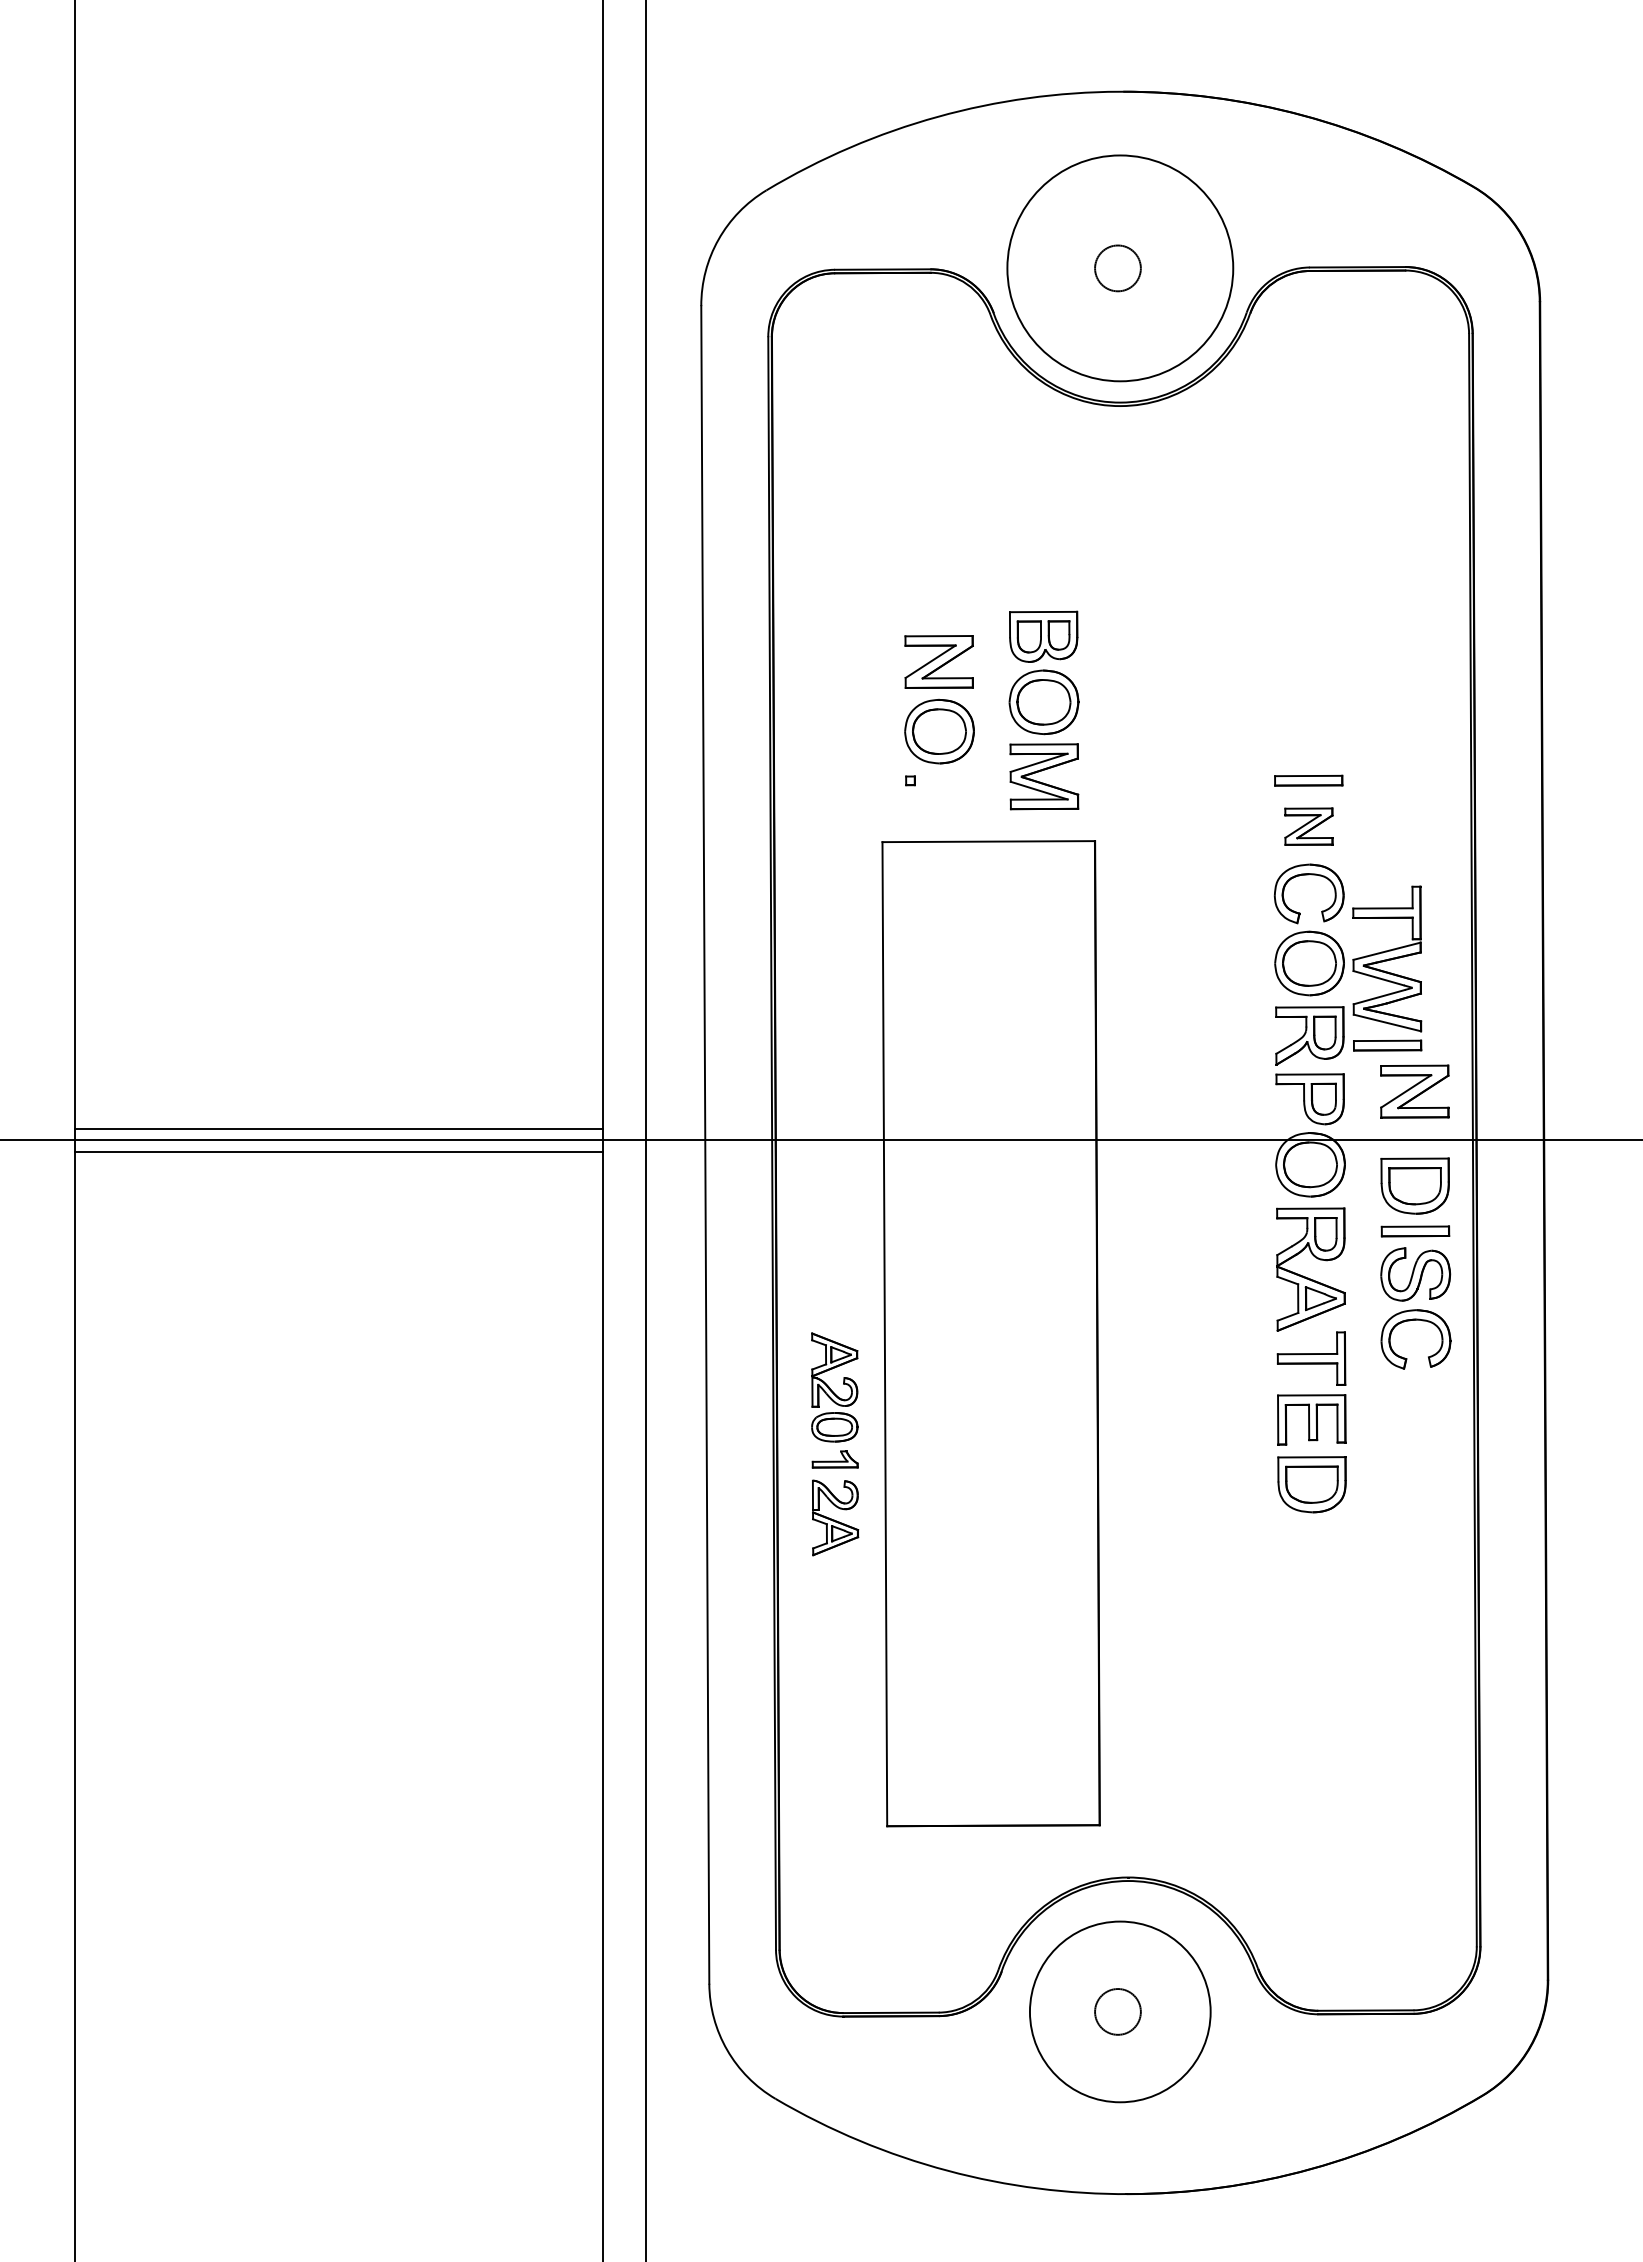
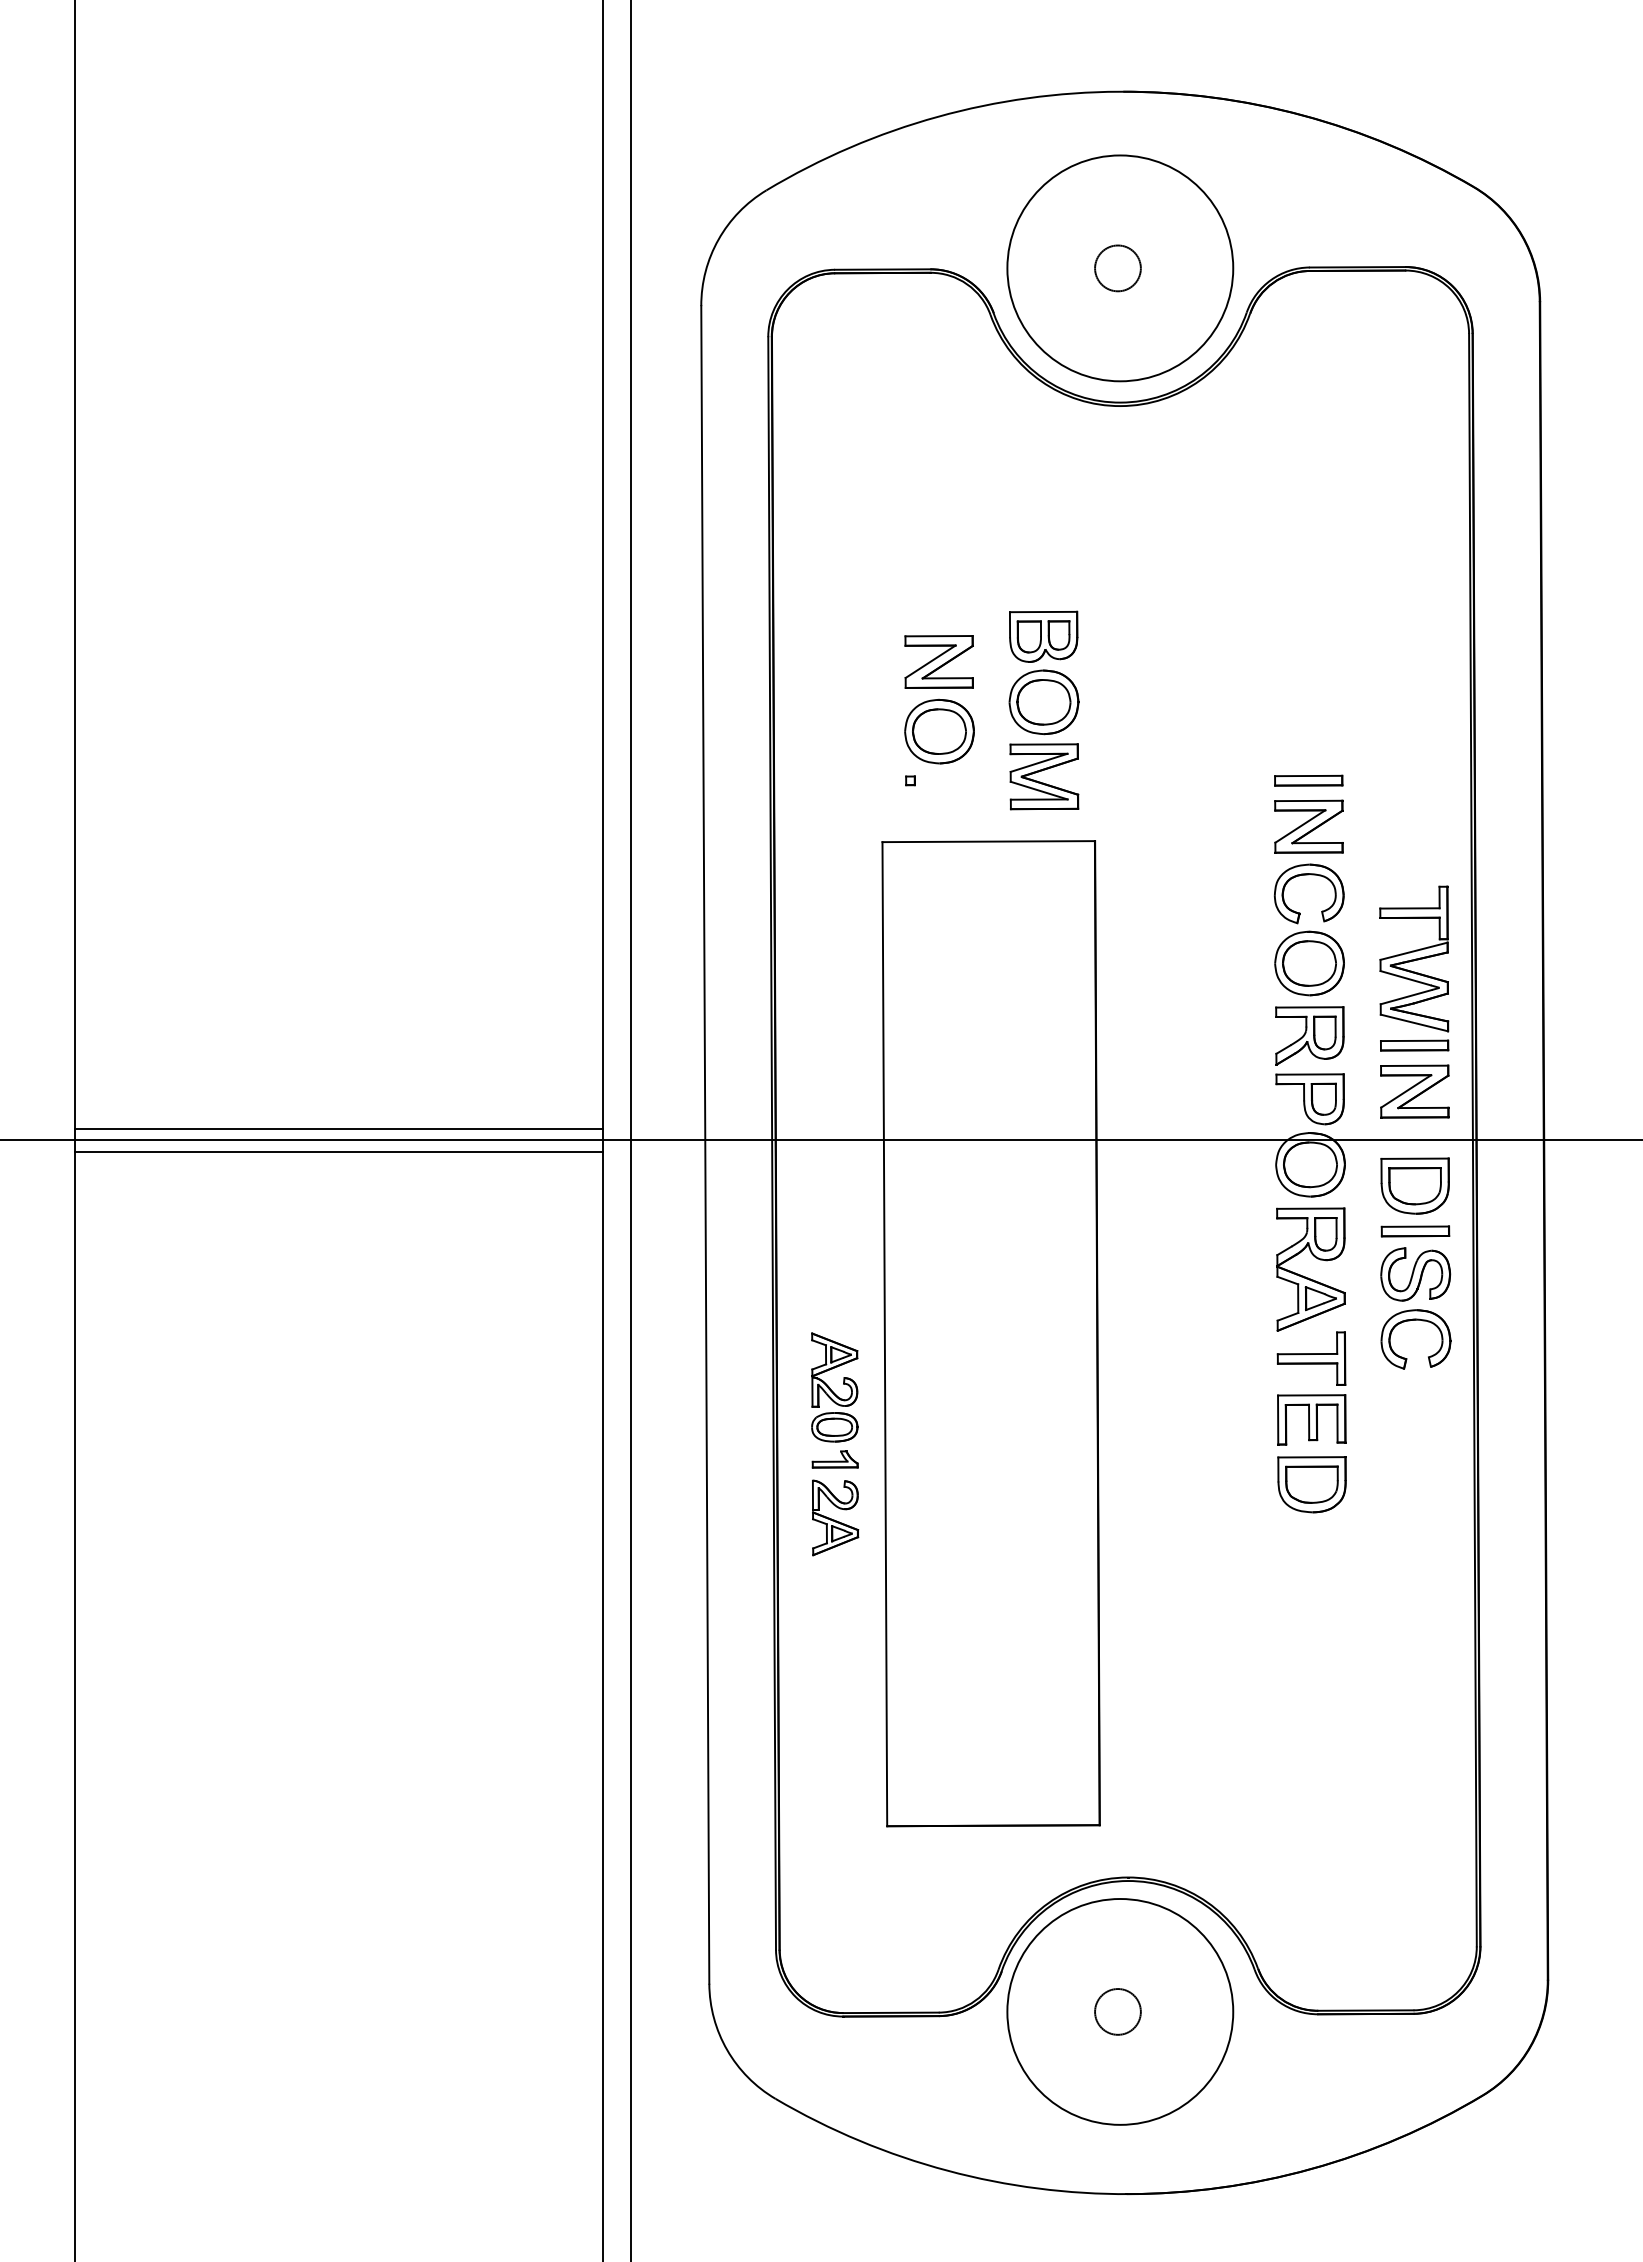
part at (1308, 826) size: 50x39 px -> 70x55 px
part at (1387, 968) position: (1387, 968) -> (1414, 968)
line at (646, 1130) position: (646, 1130) -> (631, 1130)
circle at (1119, 2011) diameter: 181 px -> 226 px
